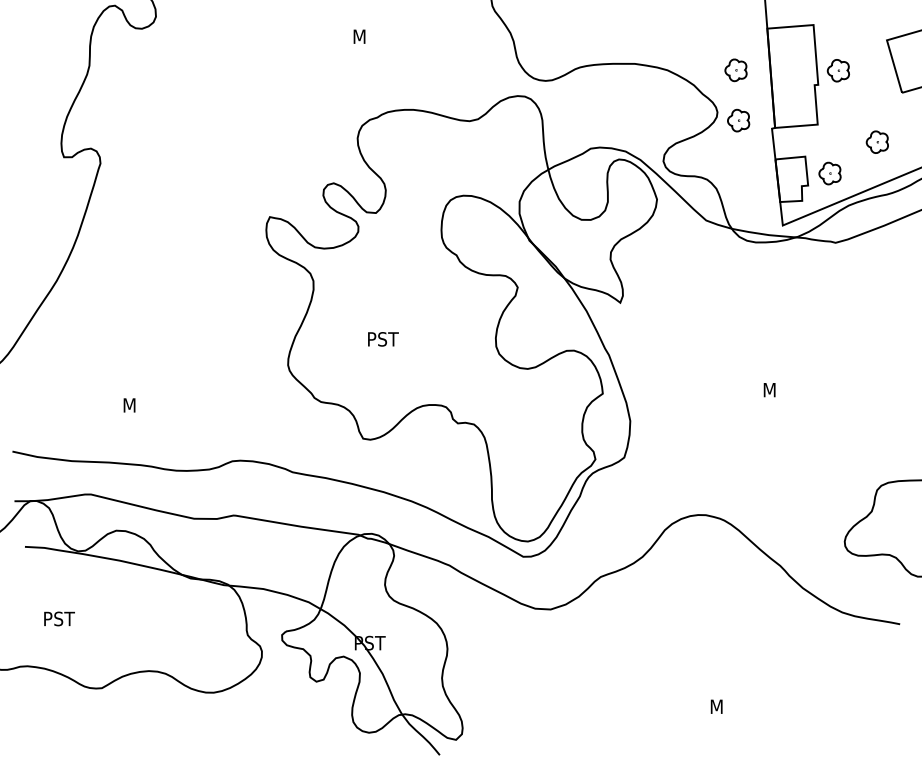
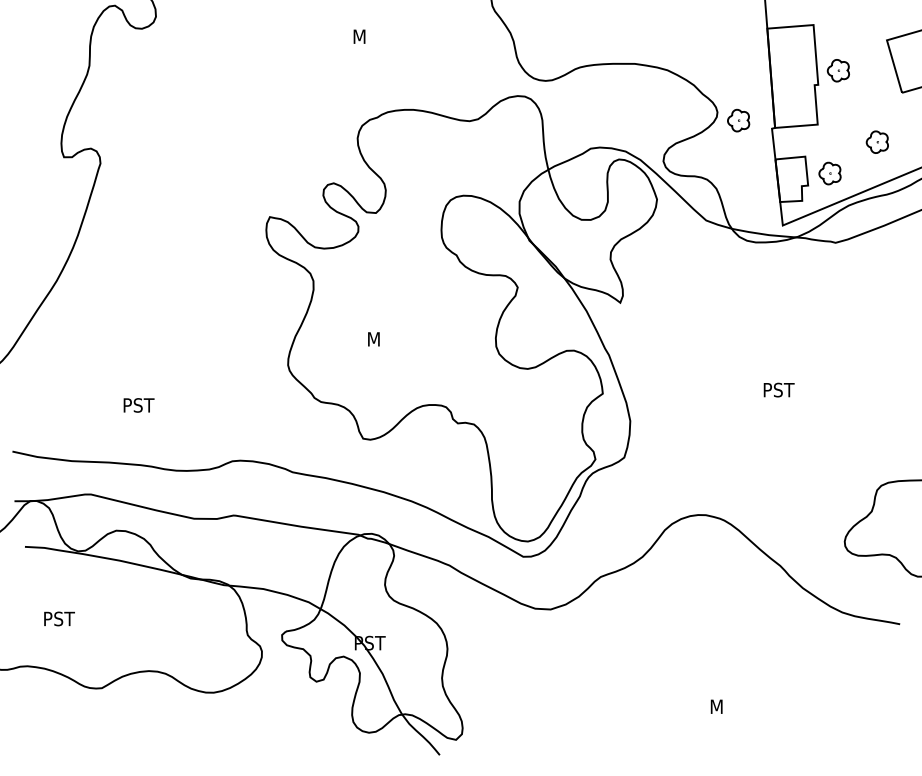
part at (735, 70): present -> none
text at (383, 339): PST -> M
text at (779, 389): M -> PST
text at (139, 405): M -> PST
